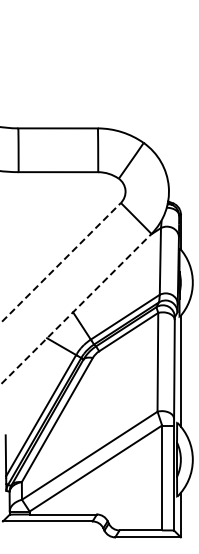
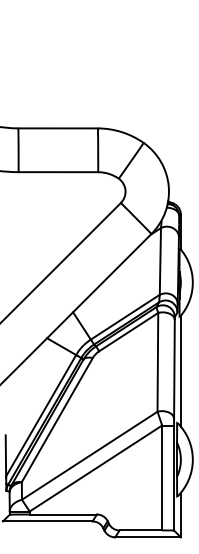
line at (60, 263): dashed -> solid
line at (76, 309): dashed -> solid
